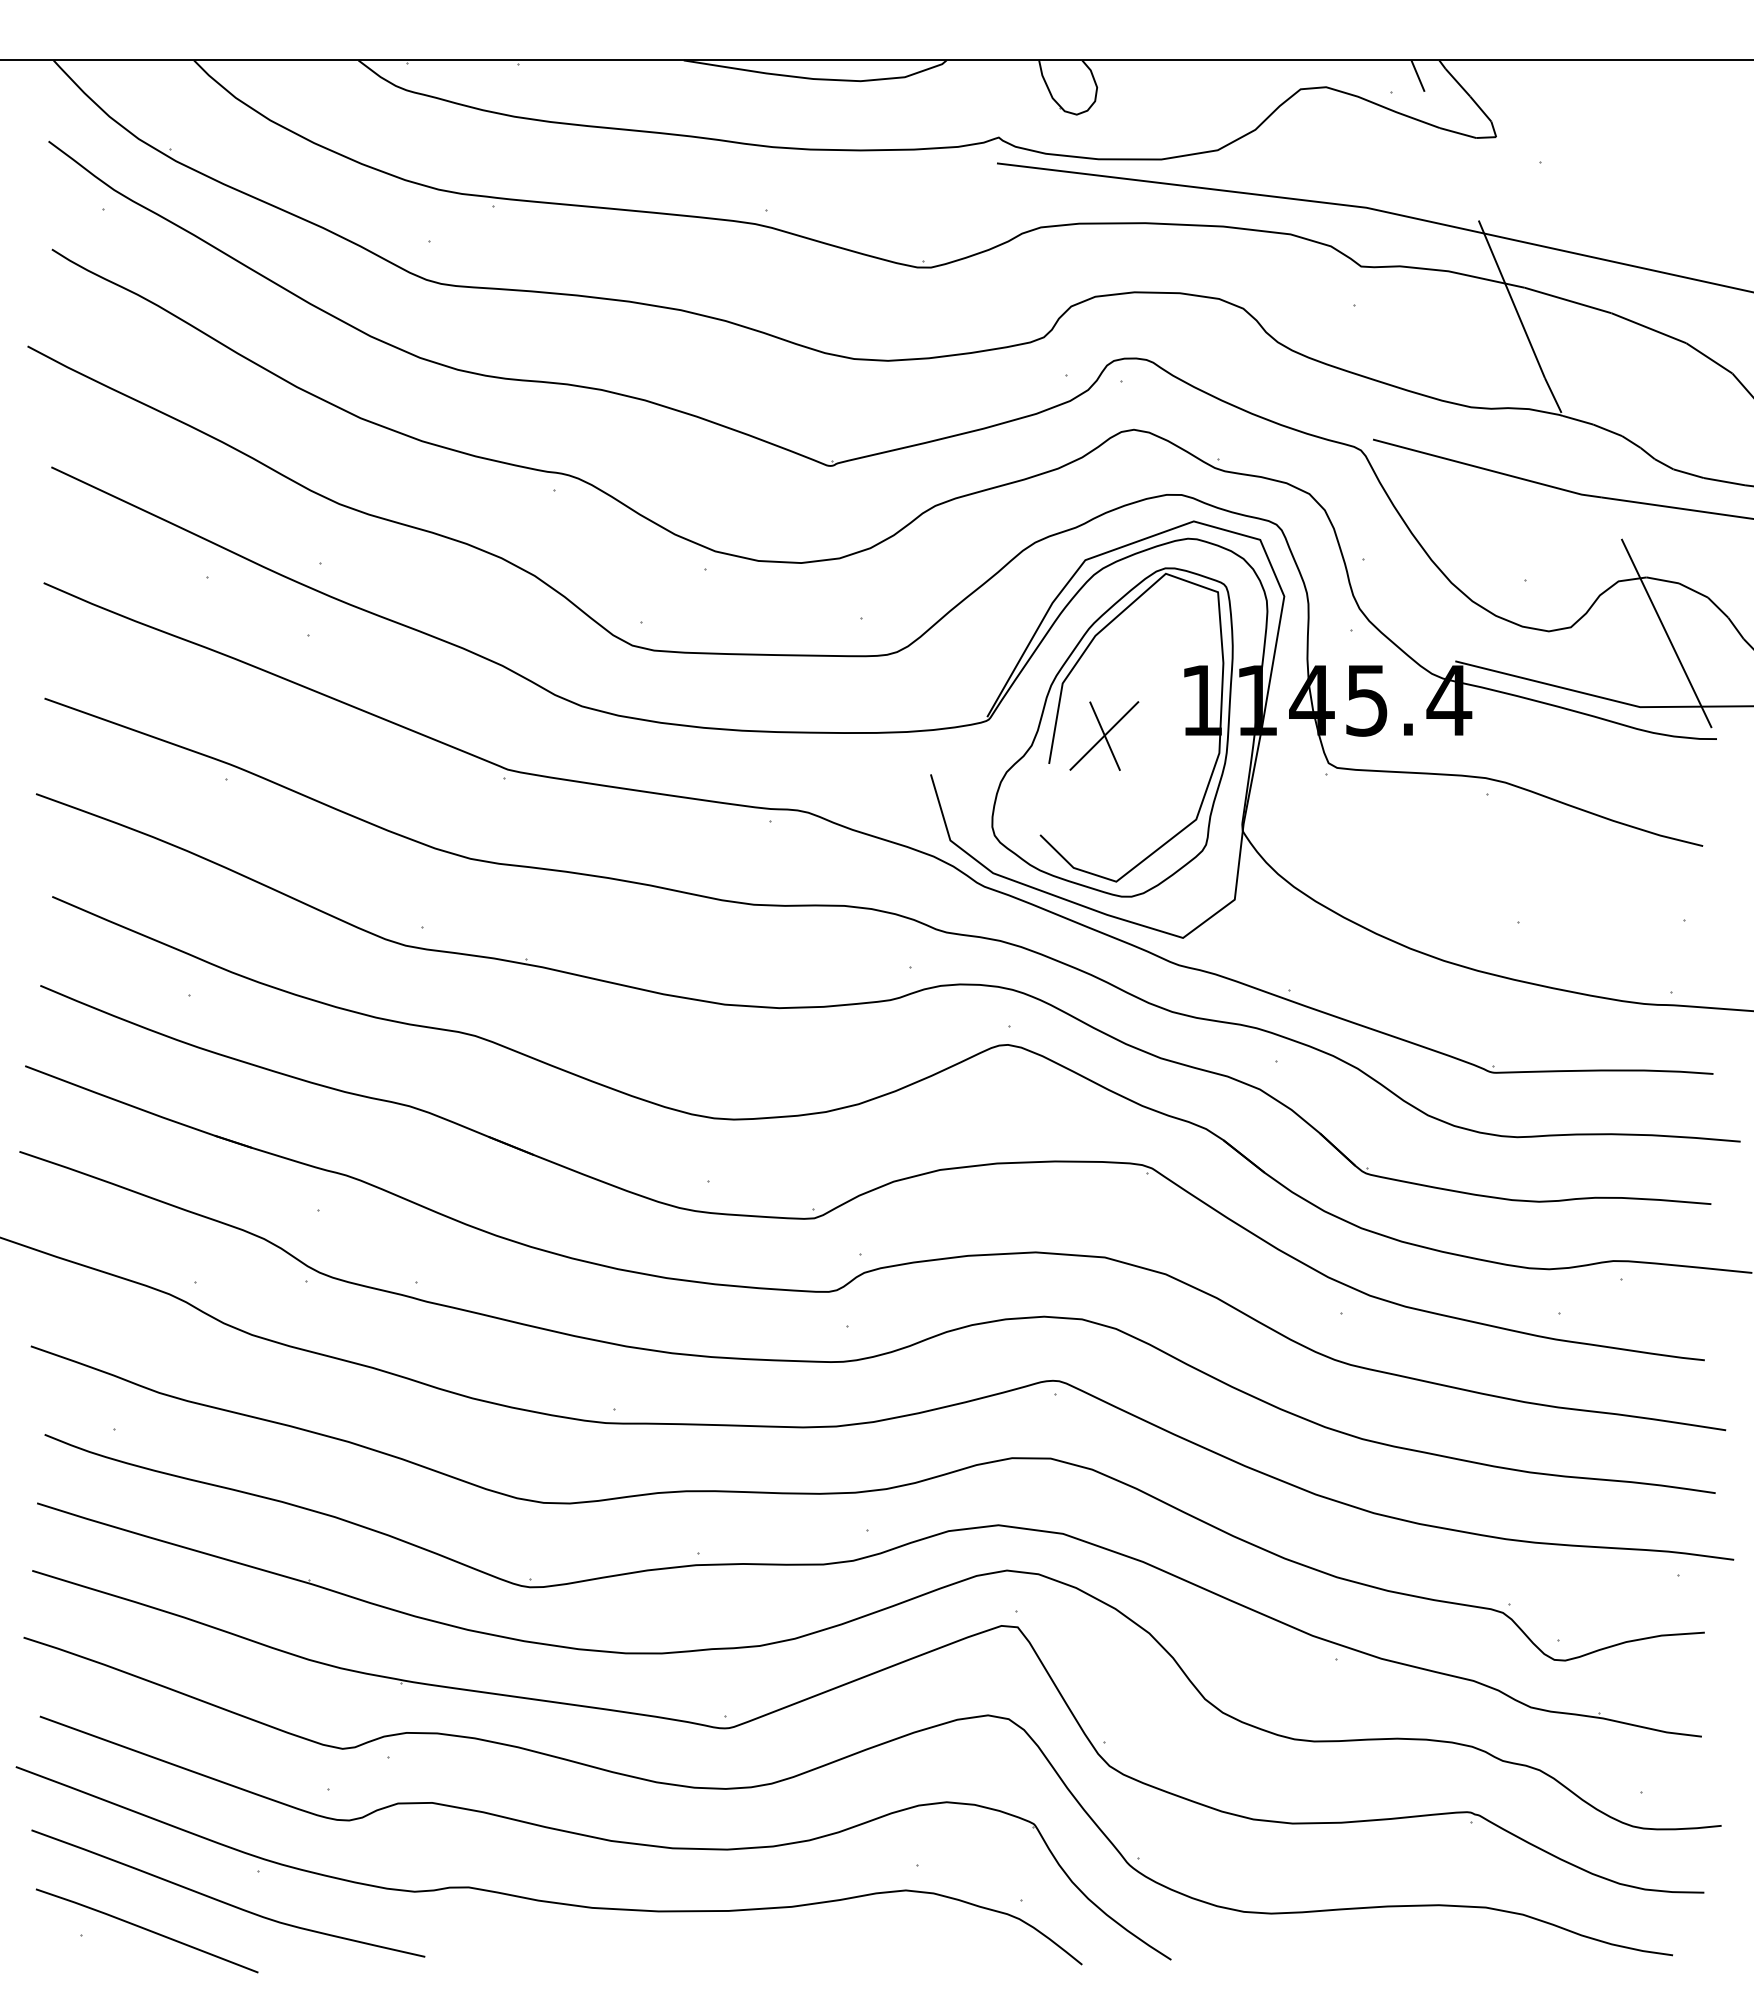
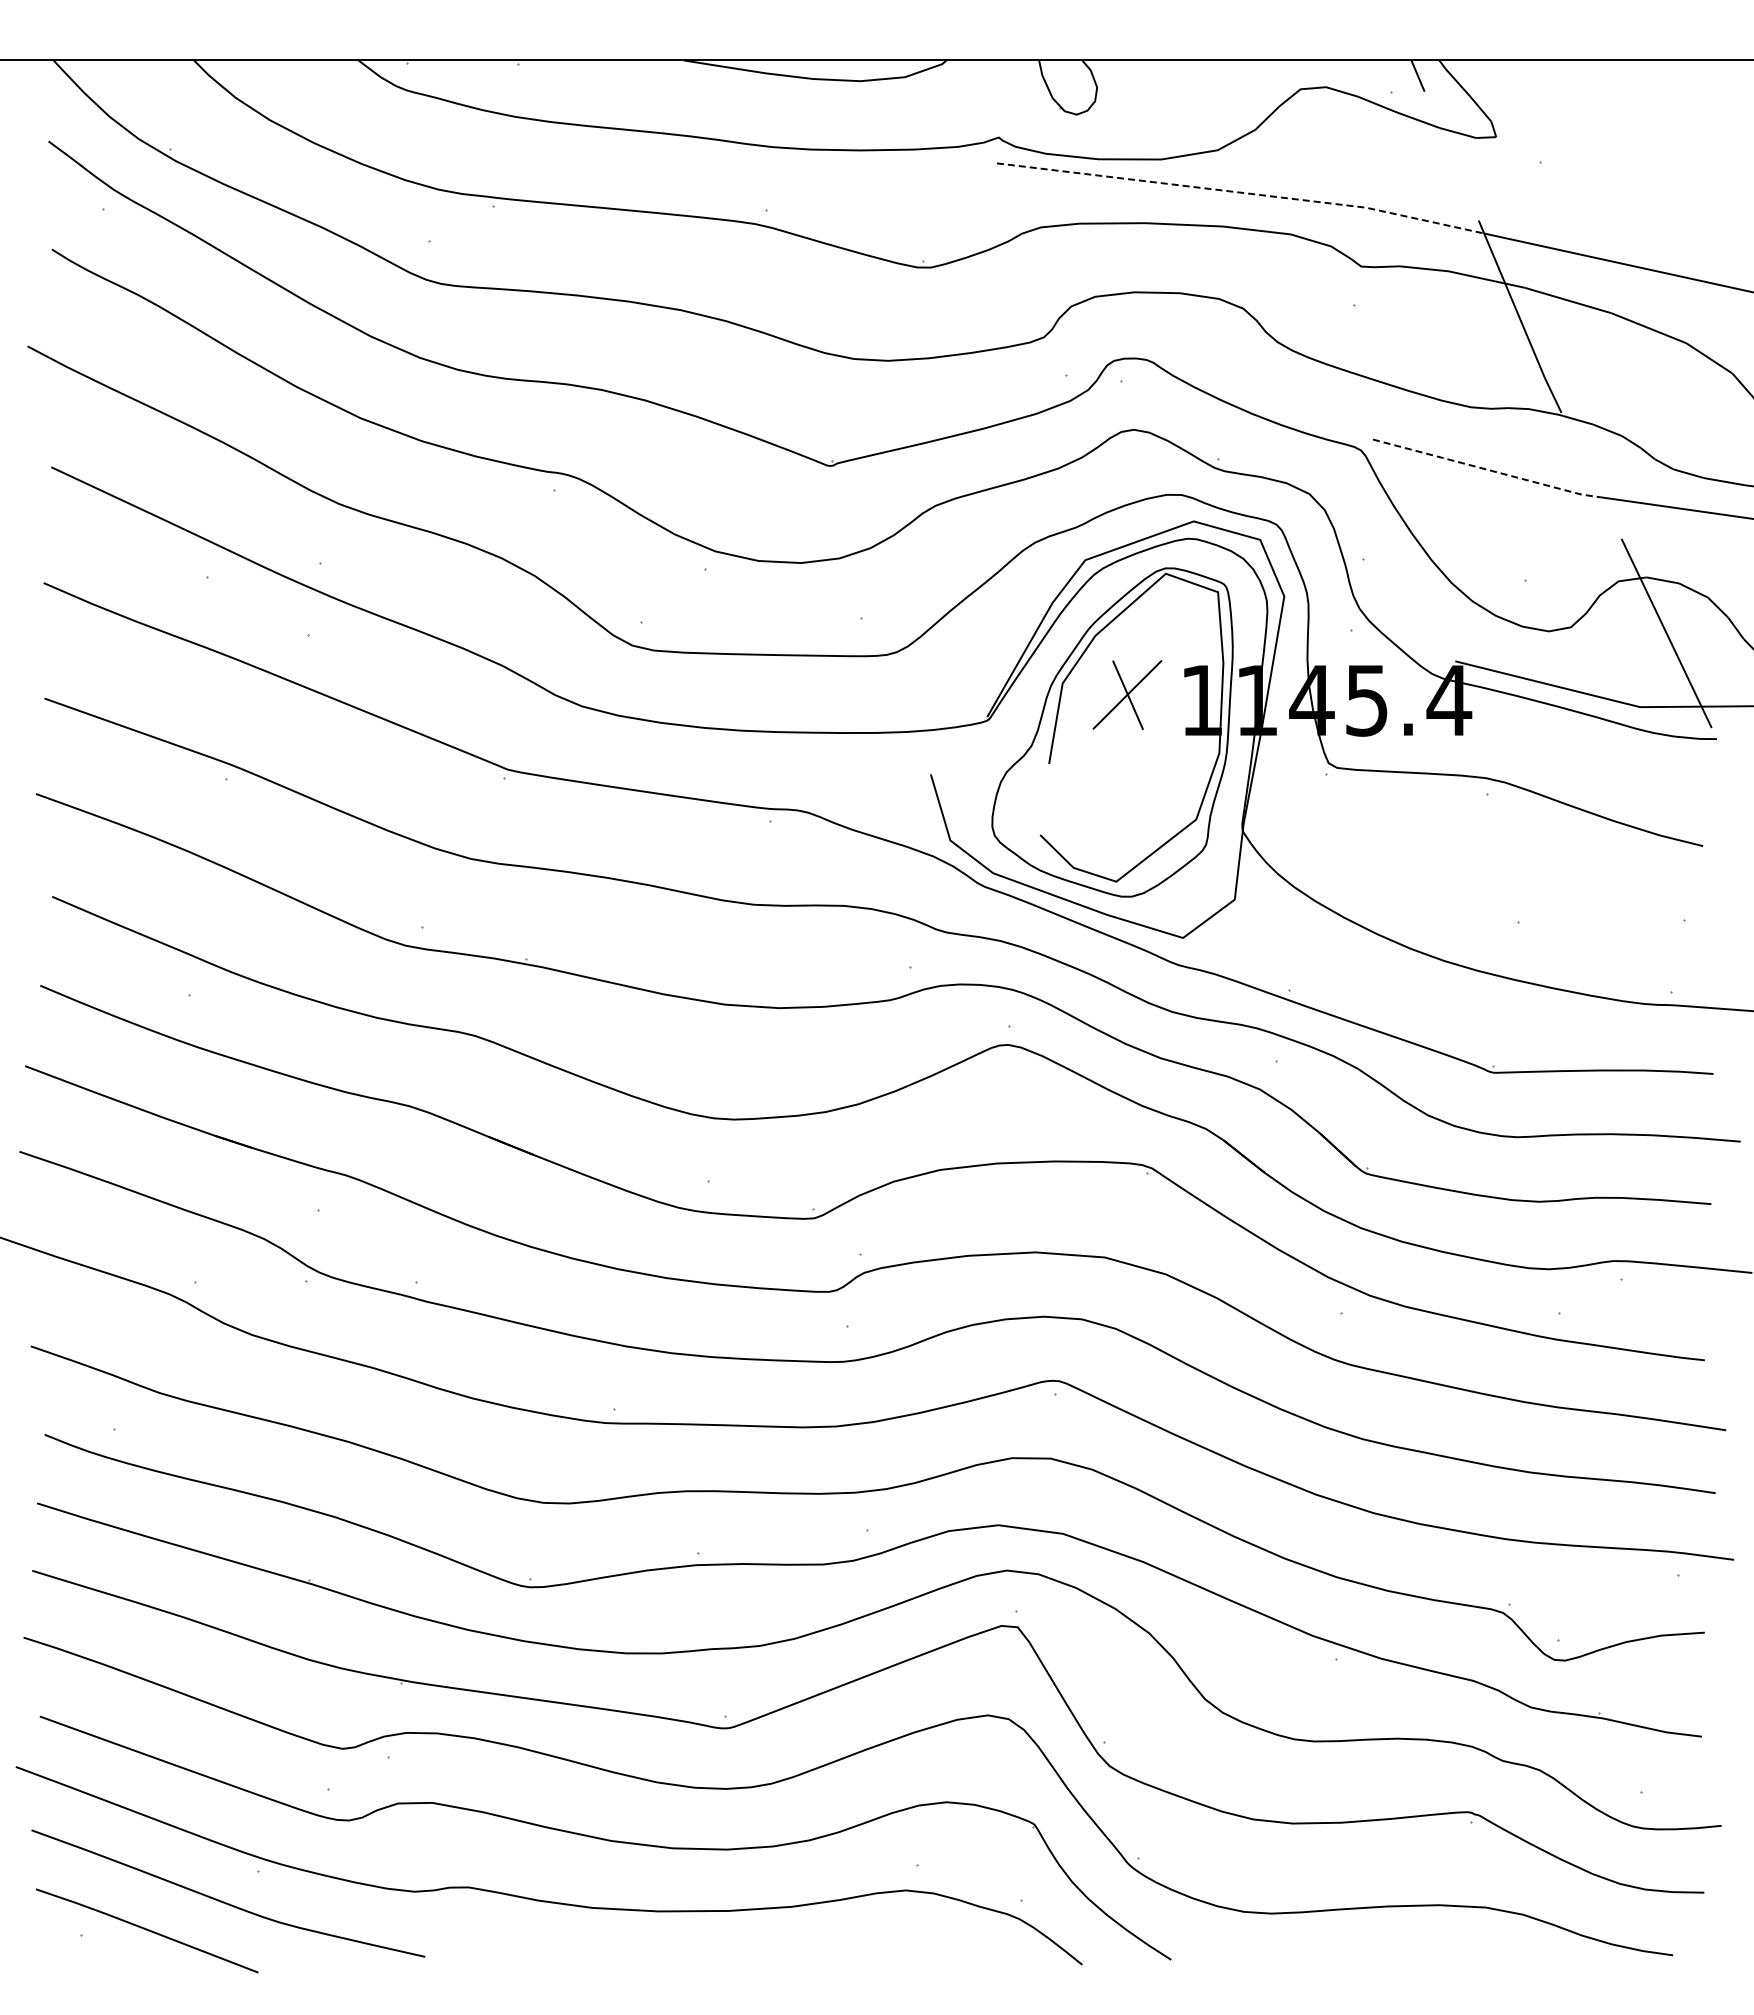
line at (1242, 192): solid -> dashed
line at (1487, 469): solid -> dashed
part at (1104, 735) position: (1104, 735) -> (1127, 694)
